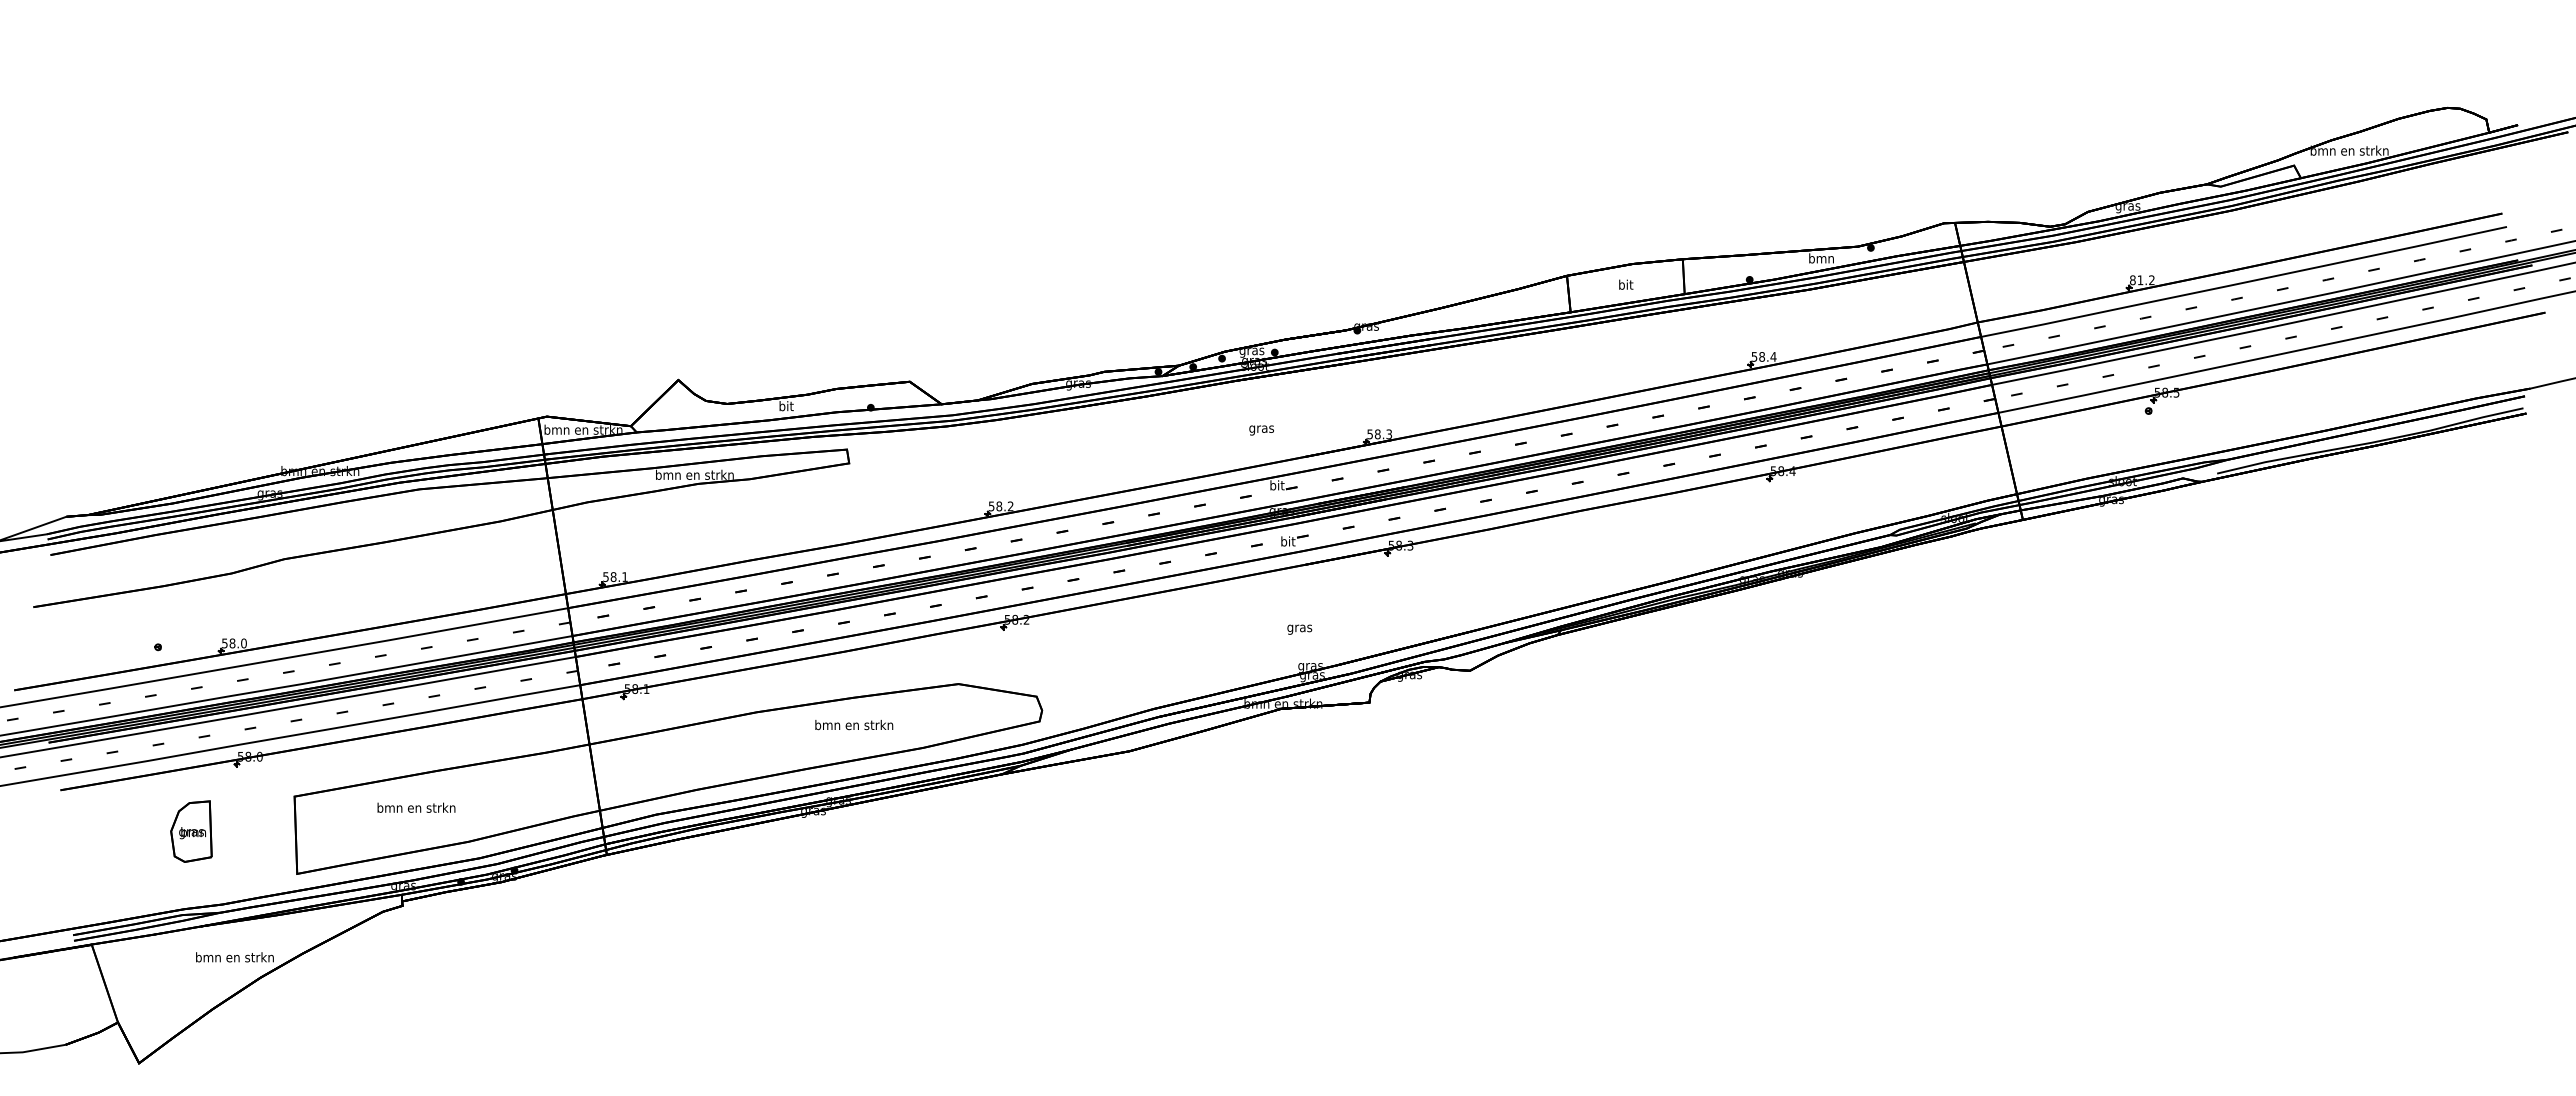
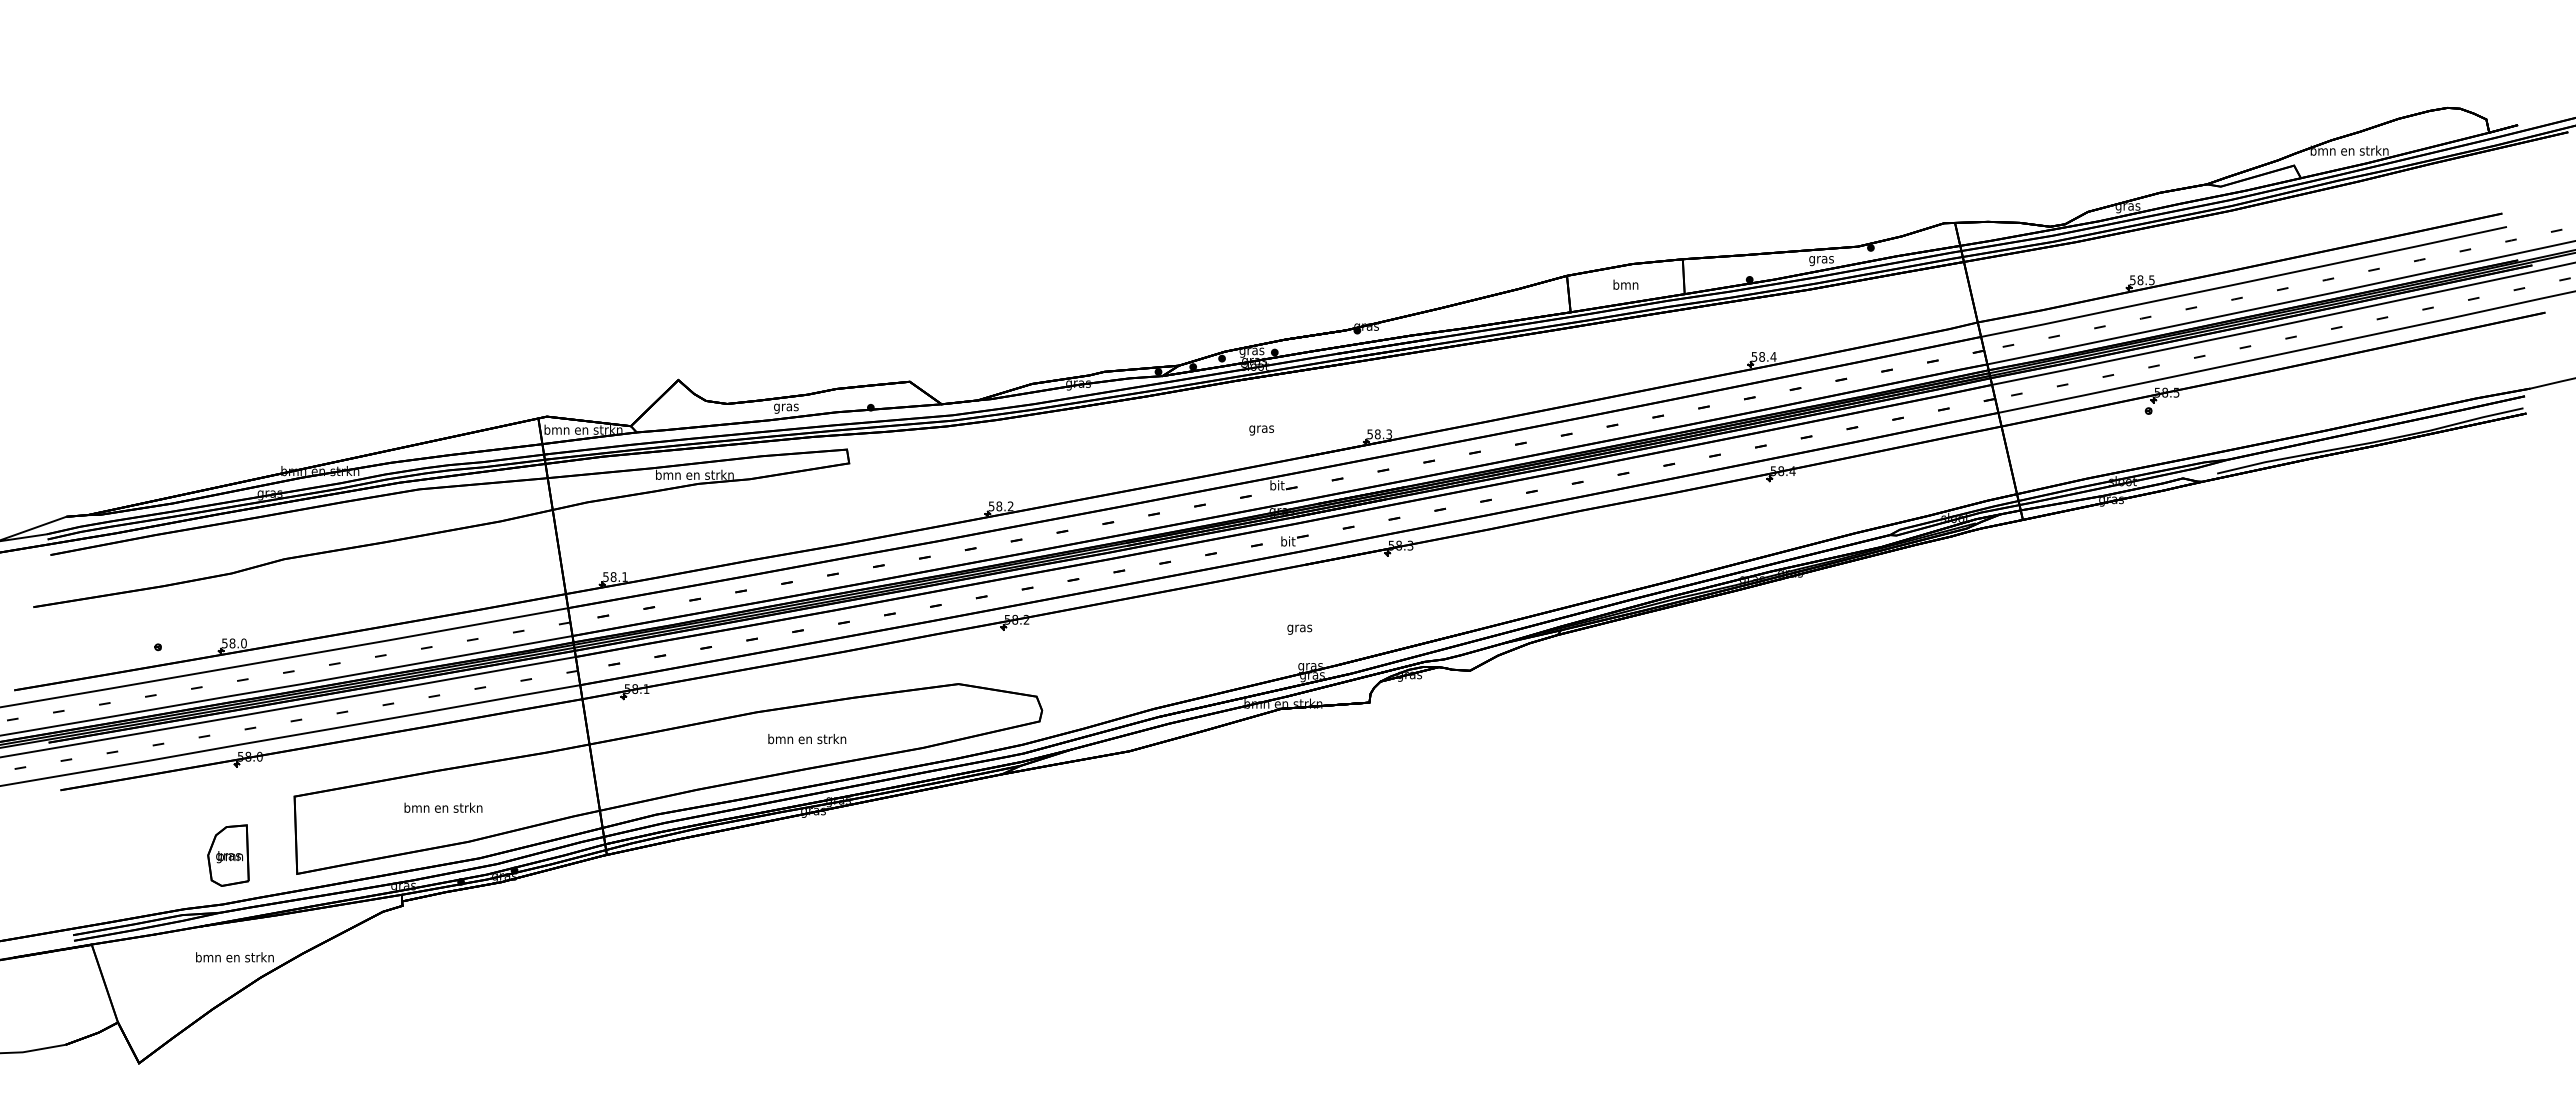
text at (1821, 259): bmn -> gras
text at (2142, 280): 81.2 -> 58.5
text at (1625, 284): bit -> bmn
text at (786, 407): bit -> gras
text at (854, 725) position: (854, 725) -> (807, 739)
text at (416, 807) position: (416, 807) -> (443, 807)
part at (191, 831) position: (191, 831) -> (228, 855)
